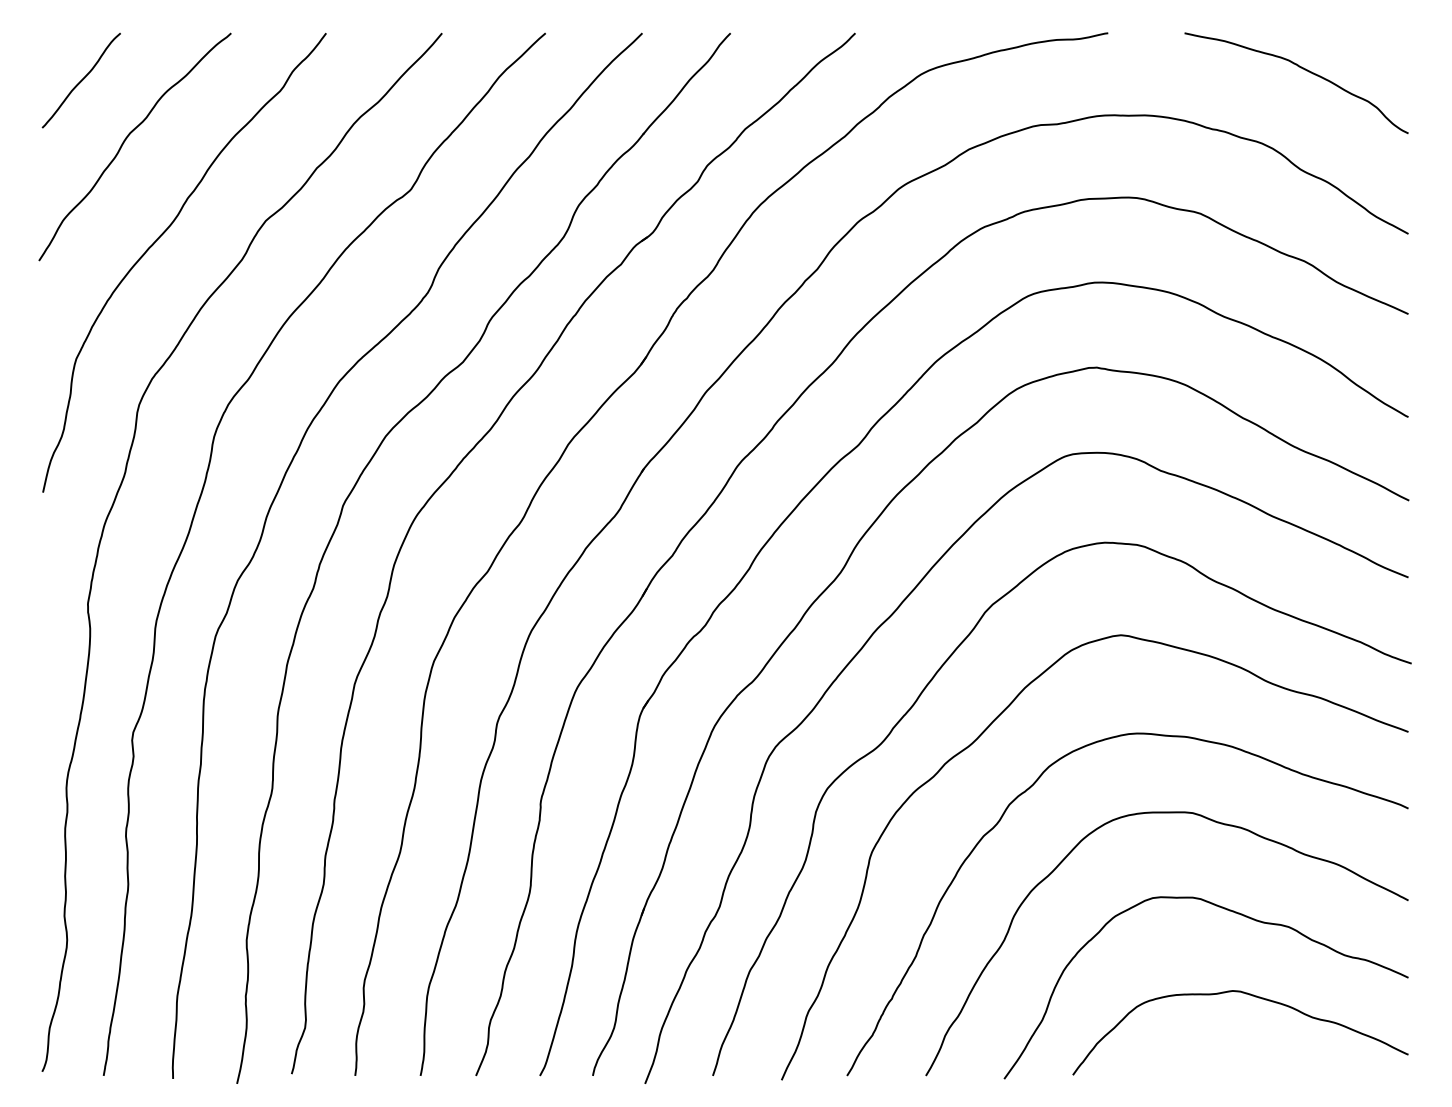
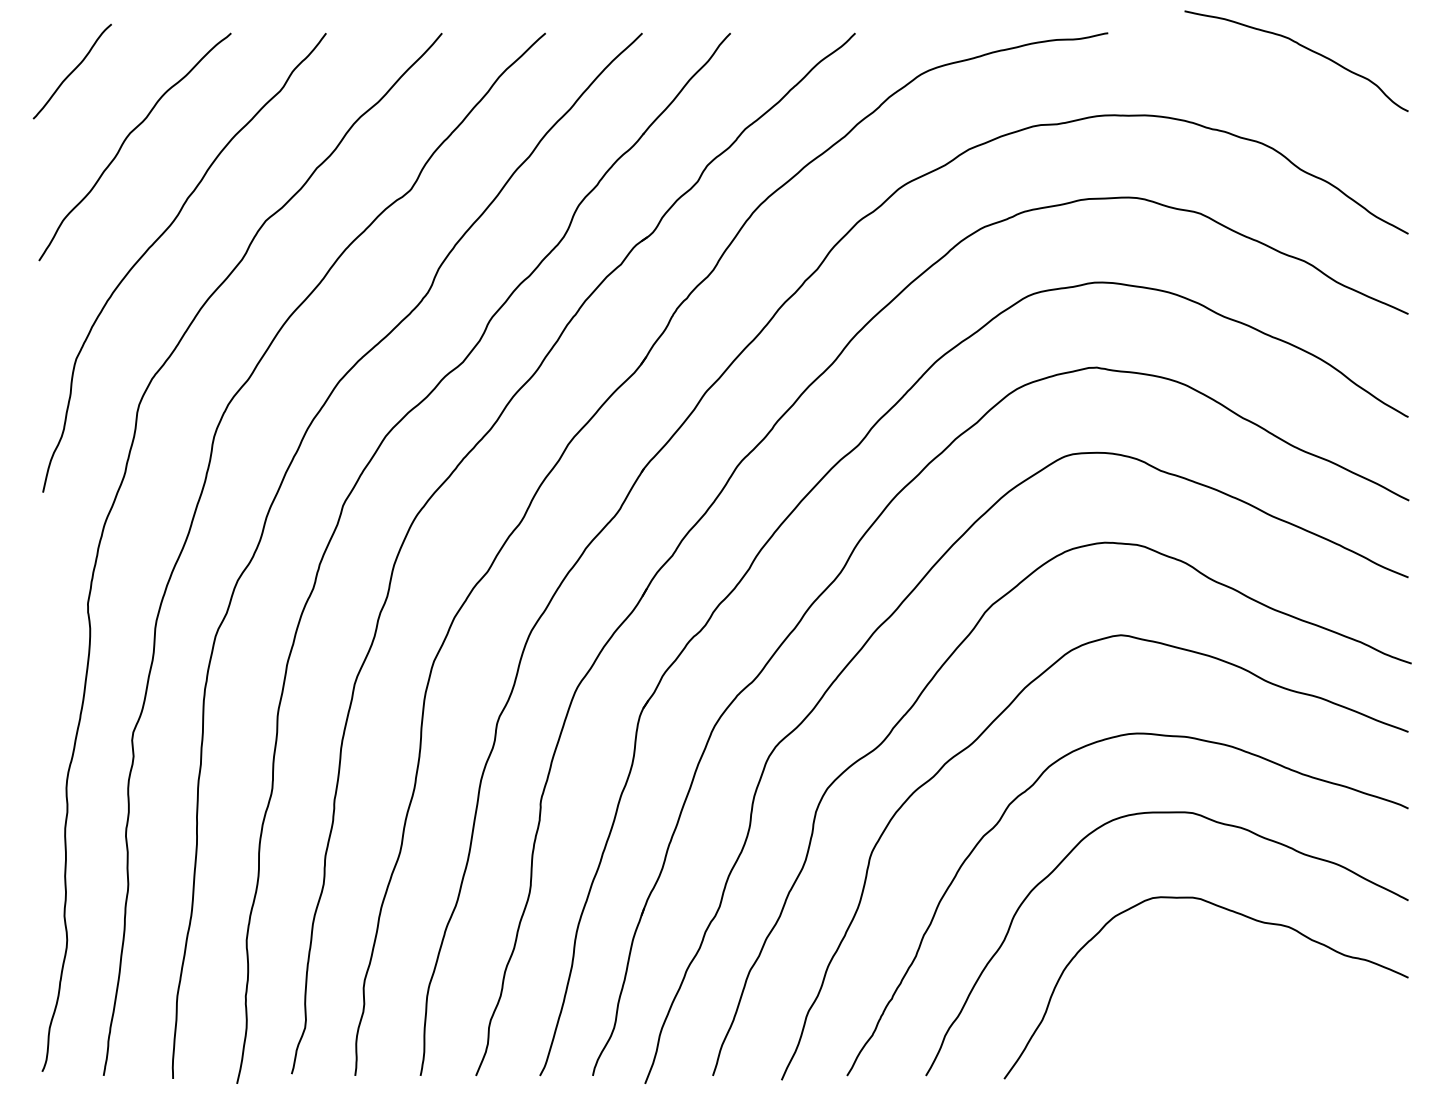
curve at (1302, 69) position: (1302, 69) -> (1302, 47)
curve at (80, 80) position: (80, 80) -> (71, 71)
curve at (1252, 996): present -> none
